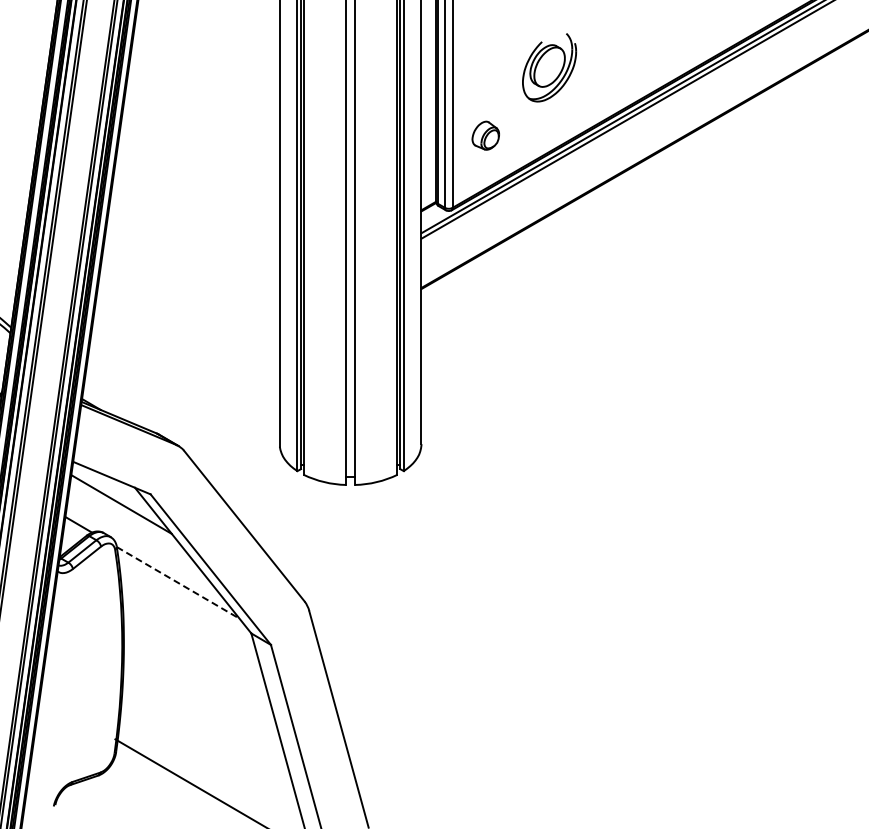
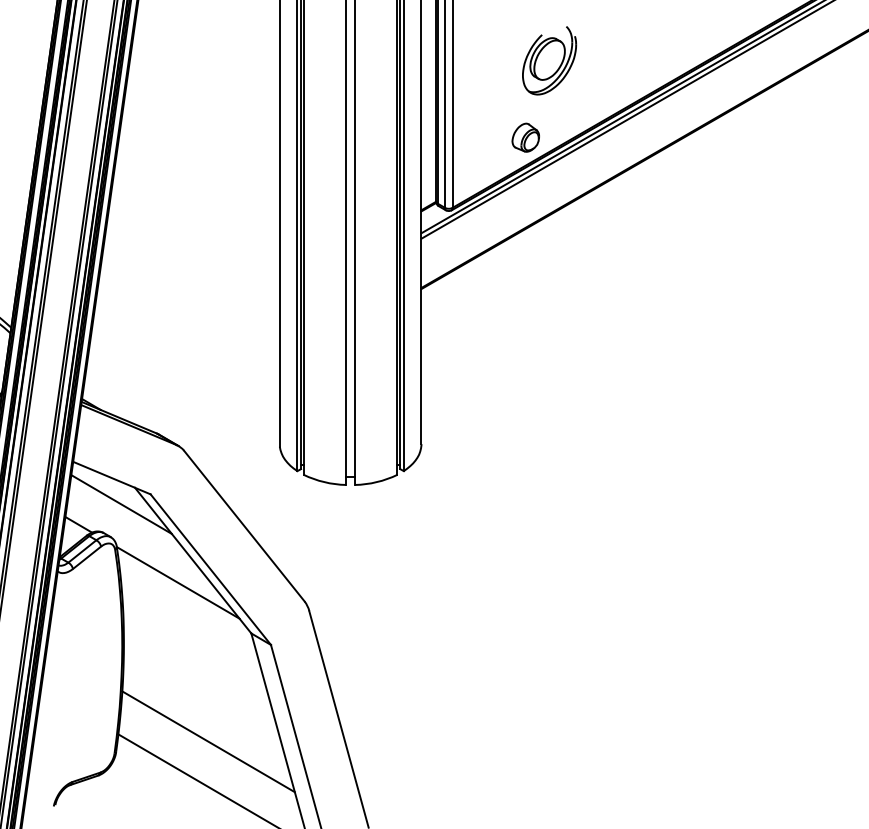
part at (549, 67) position: (549, 67) -> (549, 60)
part at (485, 135) position: (485, 135) -> (525, 137)
line at (178, 583): dashed -> solid
line at (208, 741): none -> present
line at (189, 782) position: (189, 782) -> (196, 779)
